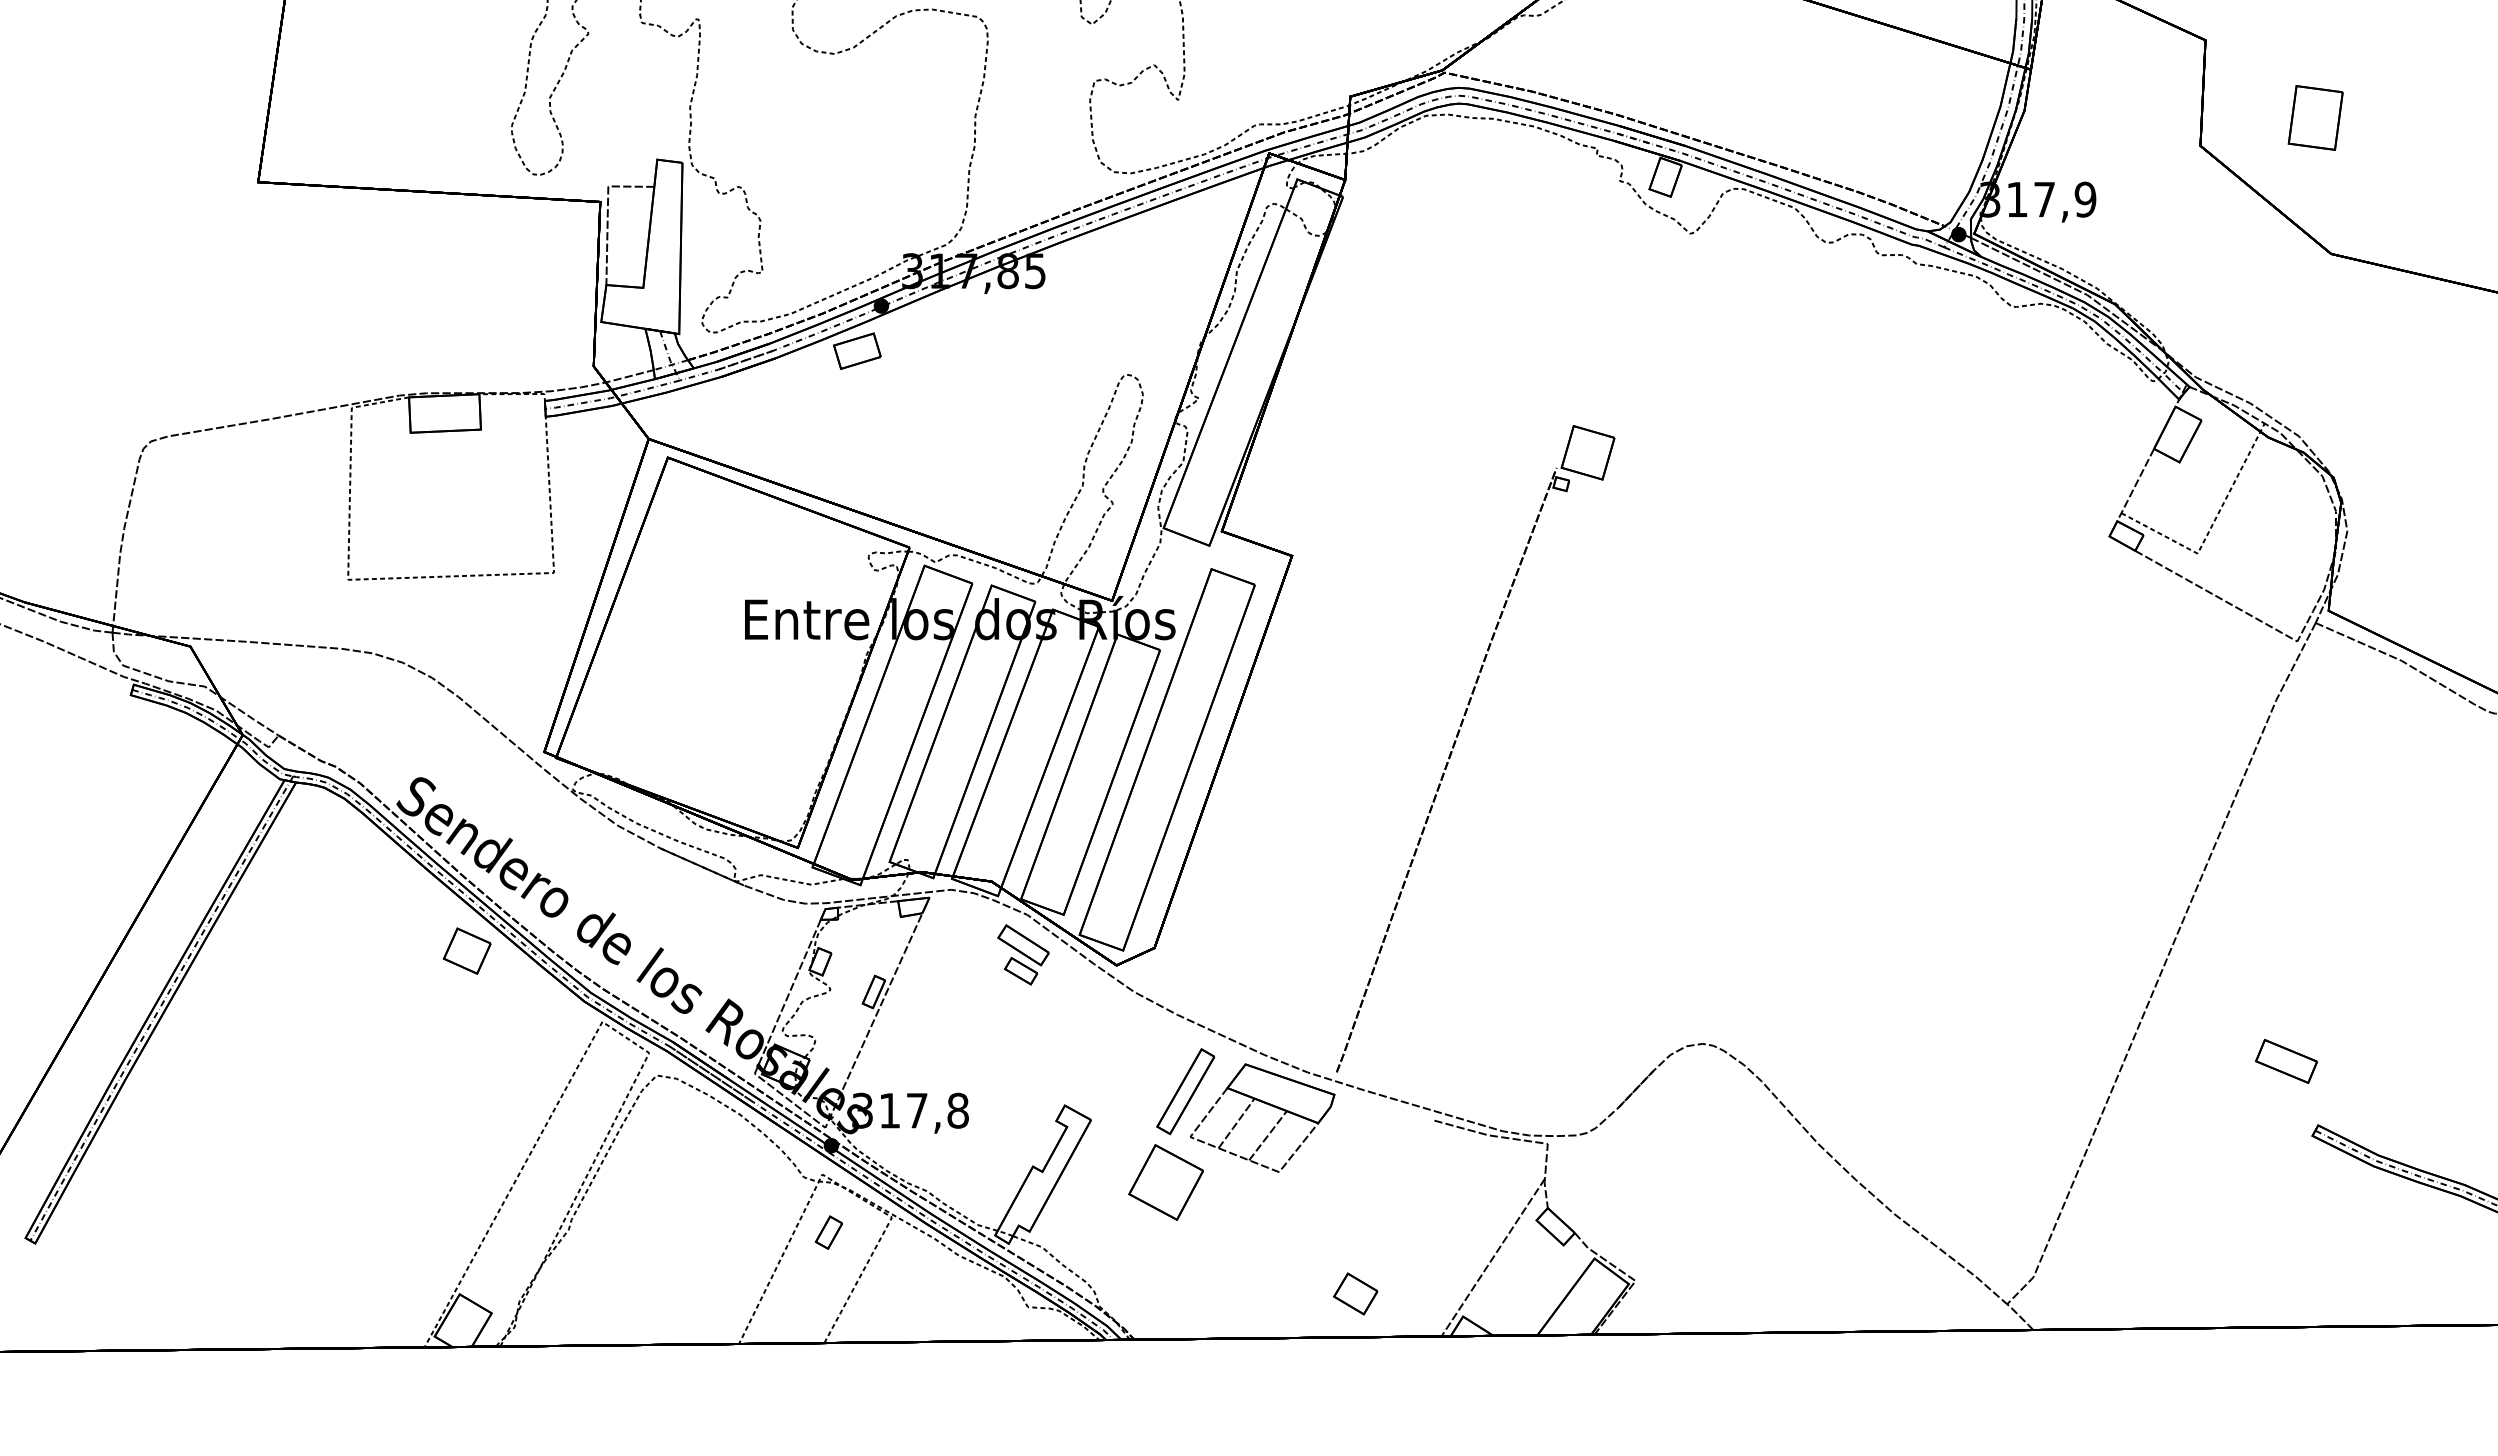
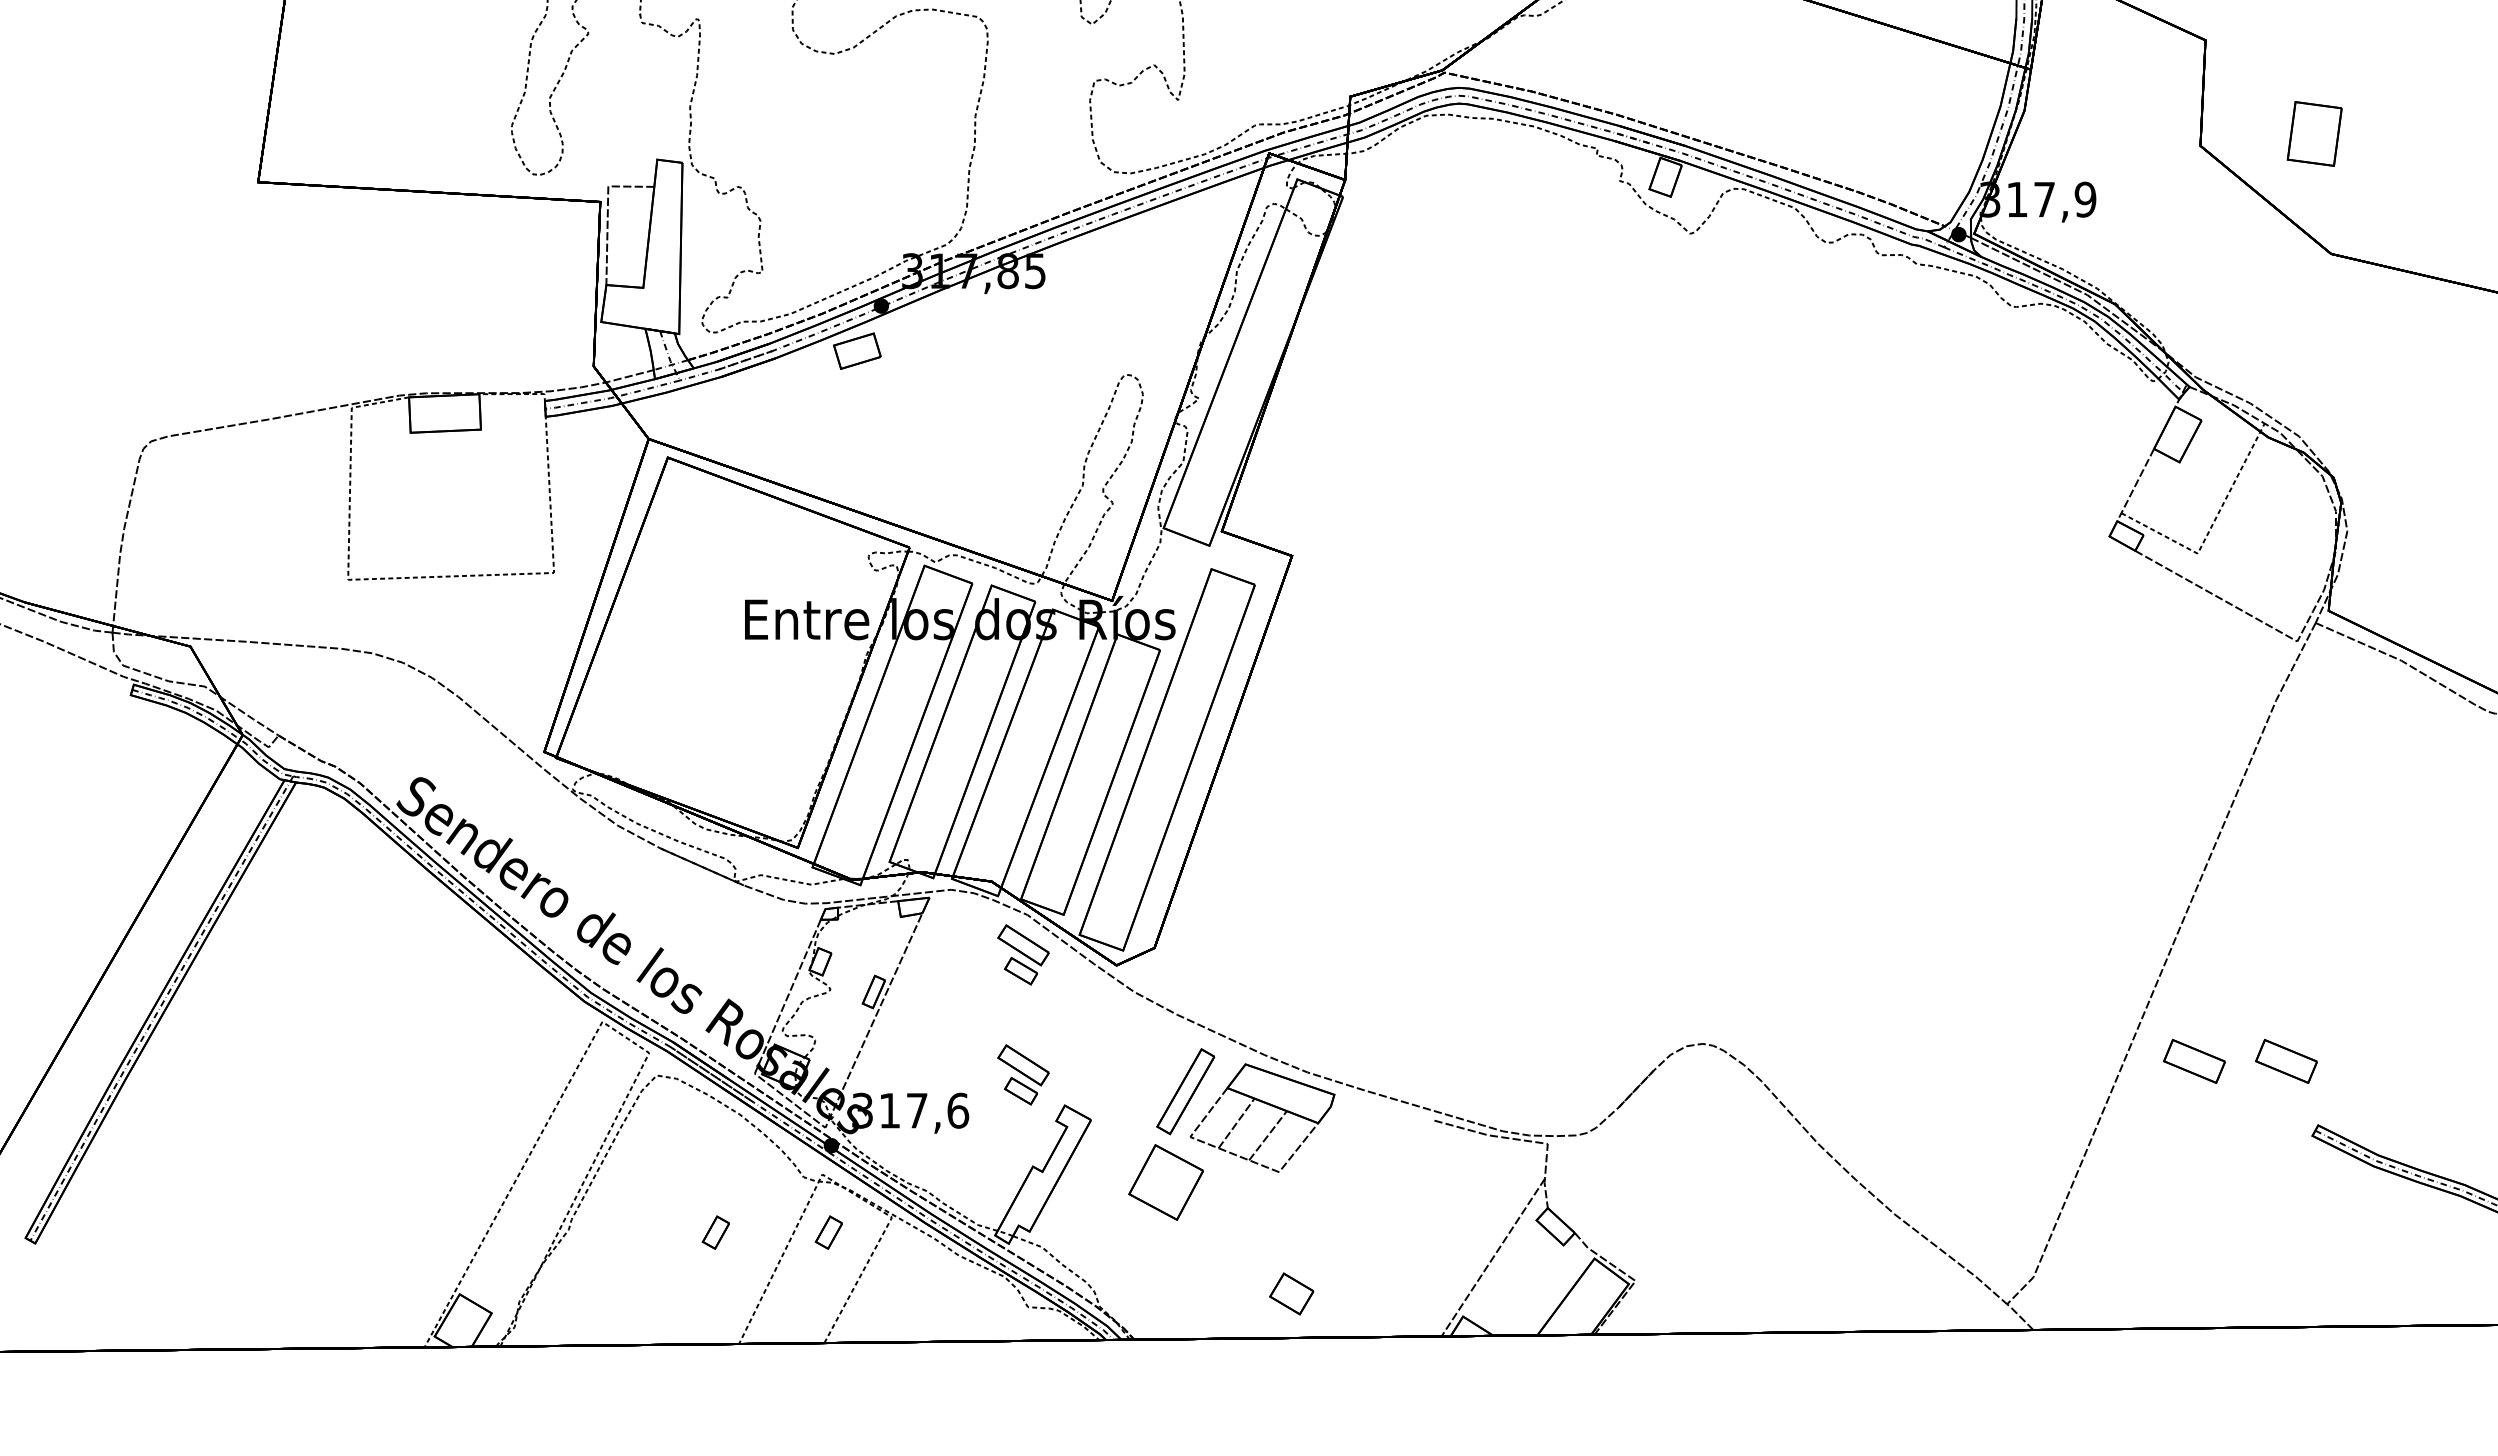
part at (2315, 117) position: (2315, 117) -> (2314, 133)
part at (1456, 741): present -> none
part at (466, 950): present -> none
part at (2194, 1060): none -> present
part at (1023, 1074): none -> present
text at (958, 1110): 317,8 -> 317,6
part at (715, 1232): none -> present
part at (1355, 1293) position: (1355, 1293) -> (1291, 1293)
